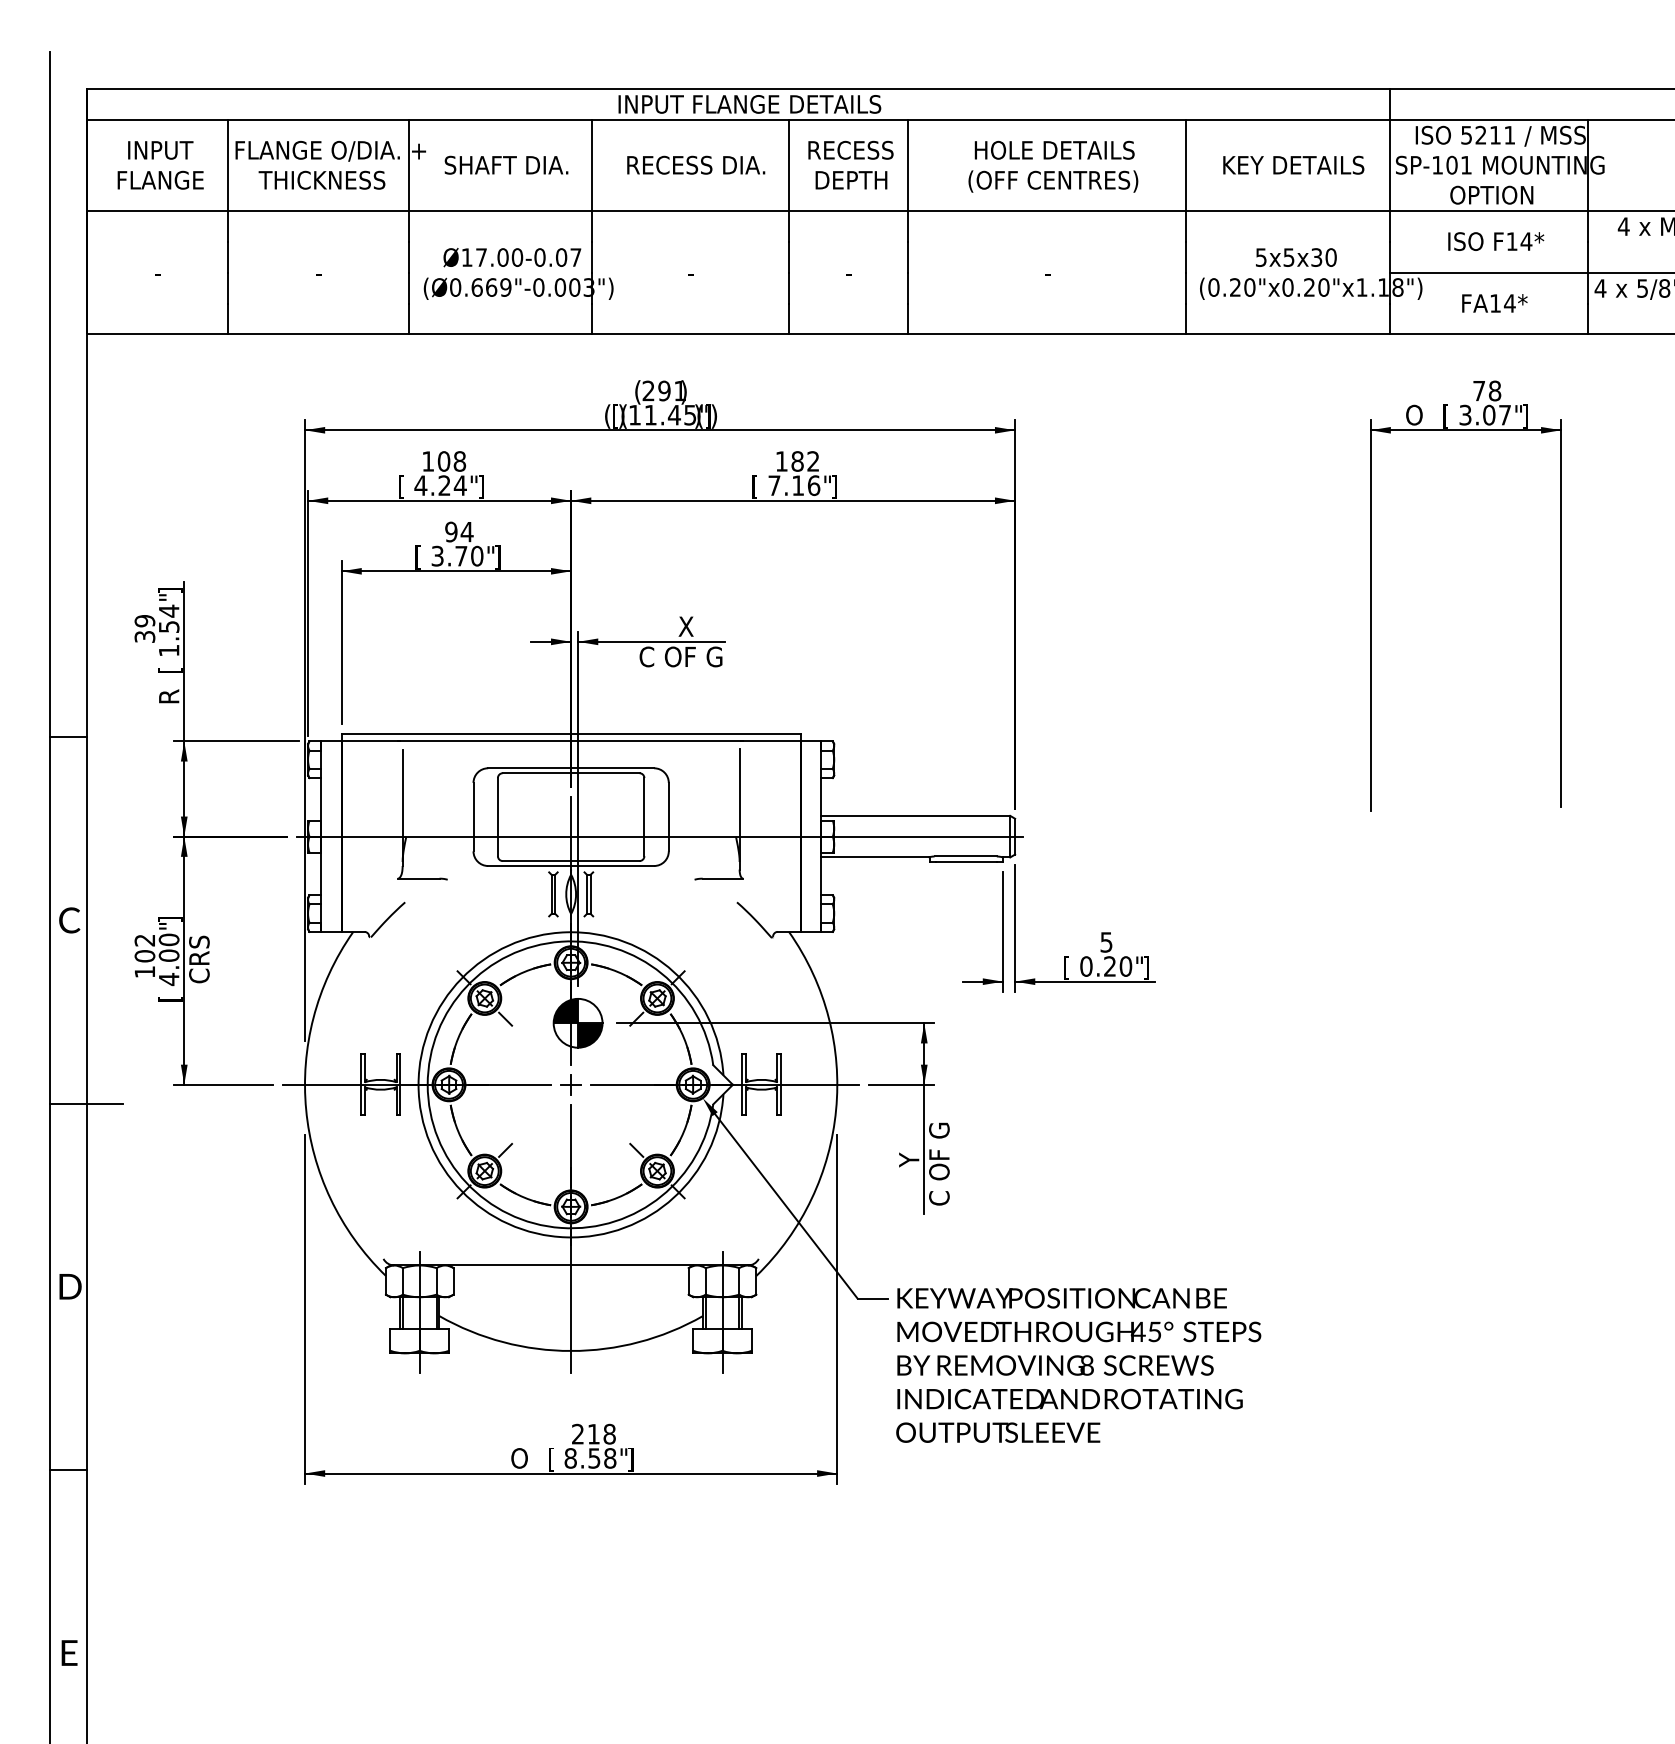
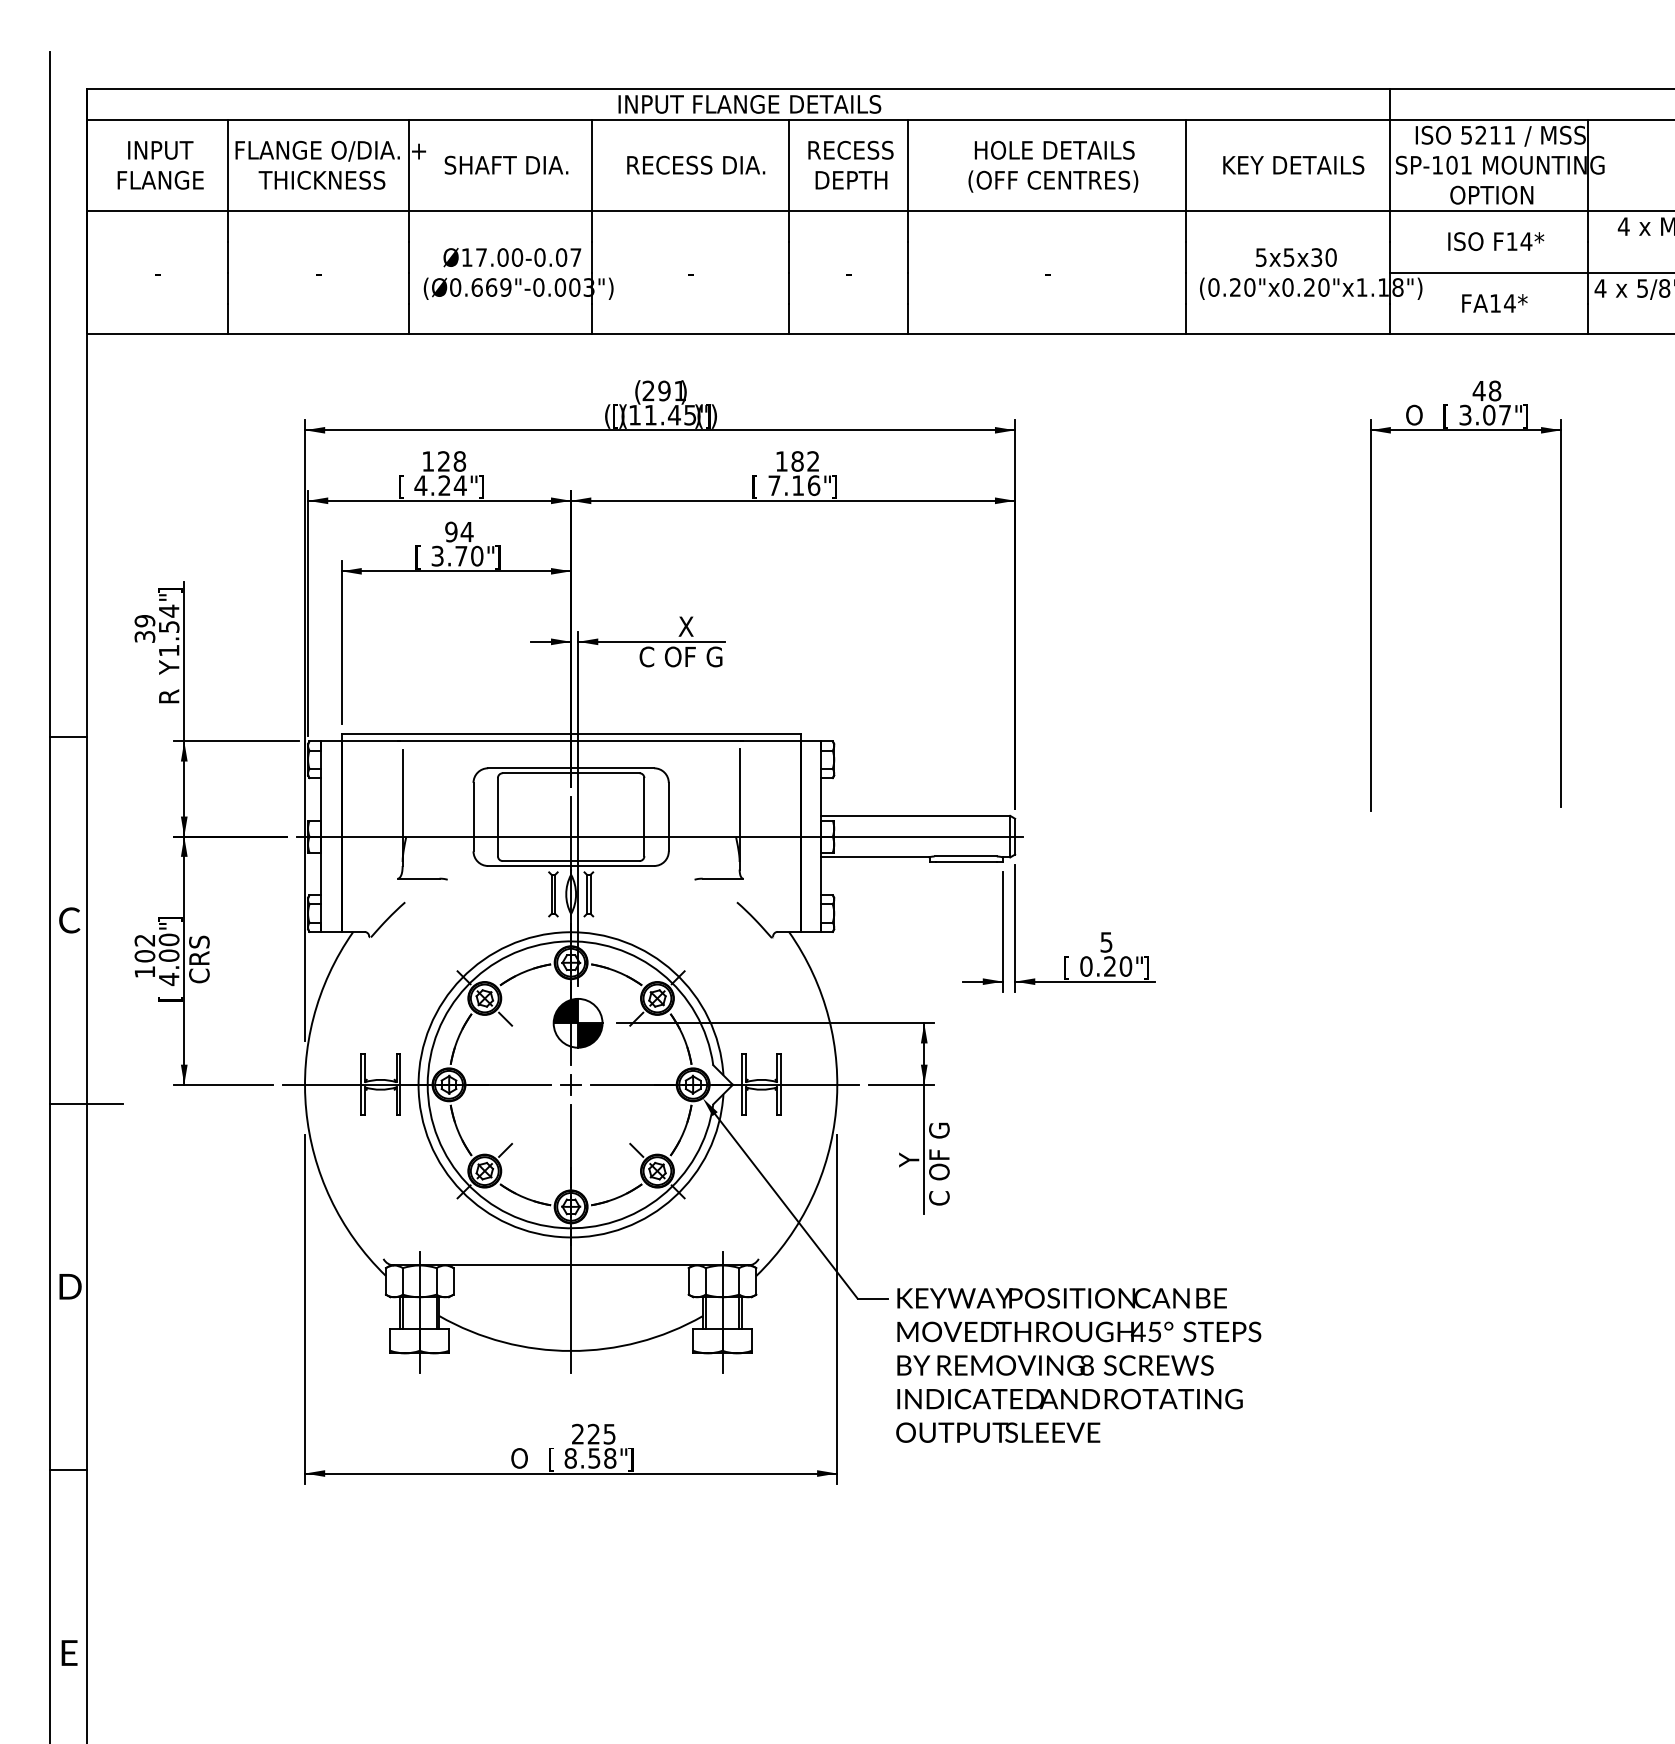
text at (1478, 391): 78 -> 48
text at (443, 461): 108 -> 128
text at (170, 667): [ -> Y
text at (601, 1433): 218 -> 225
